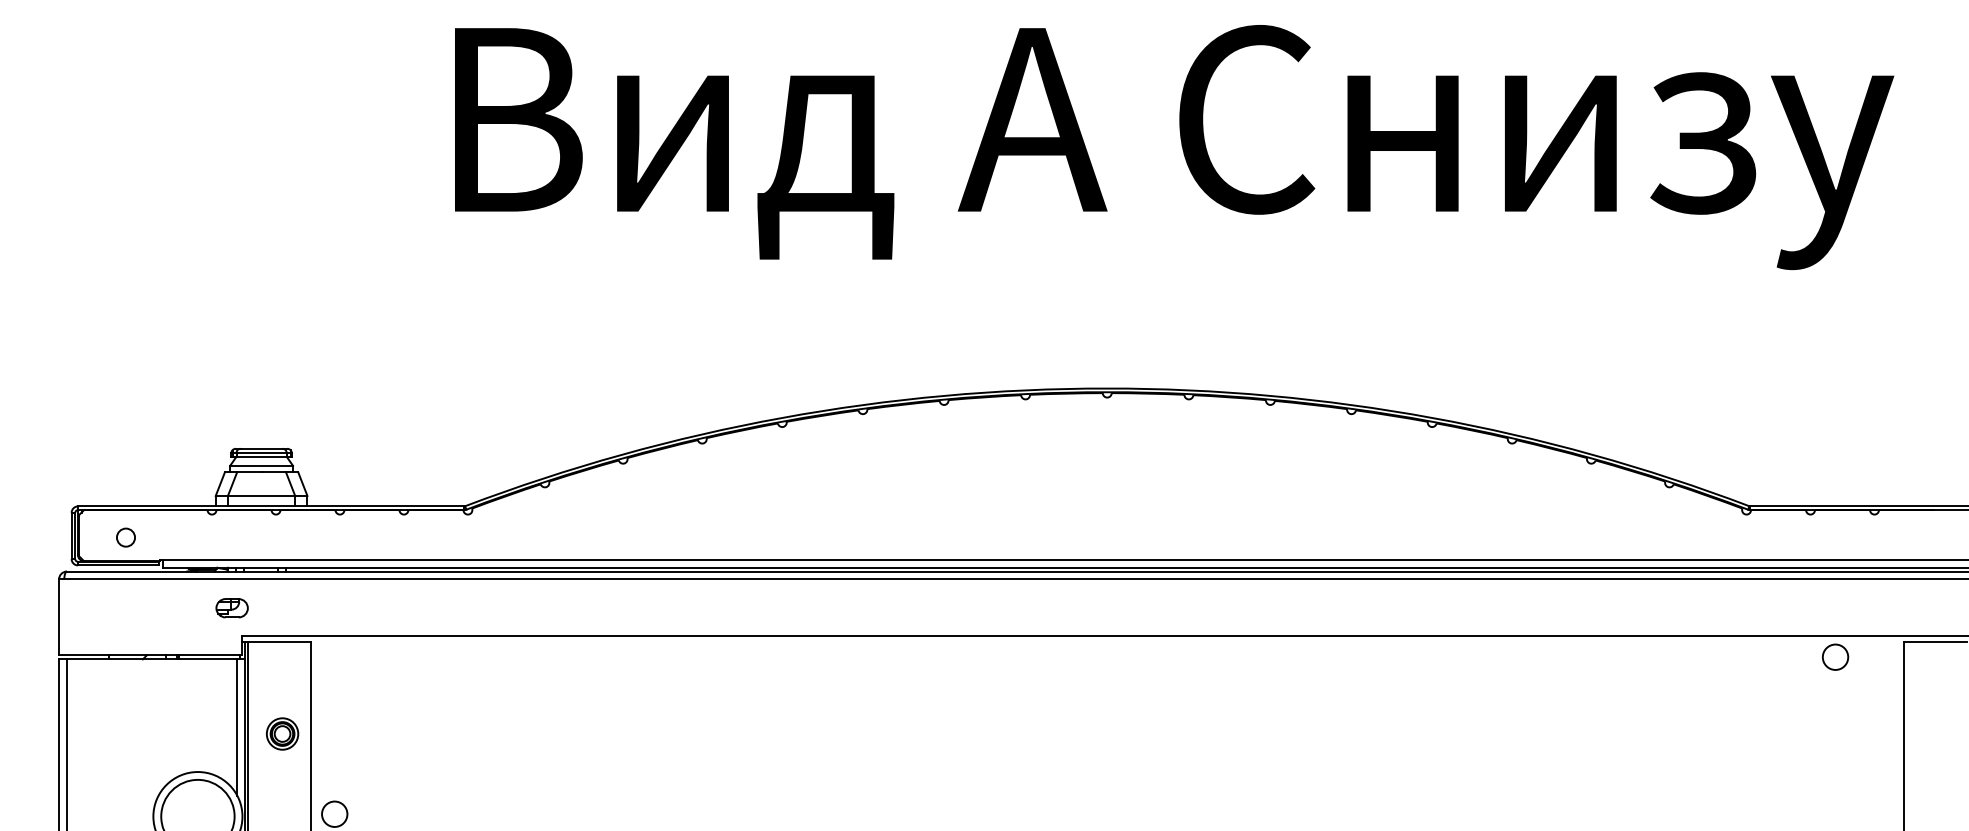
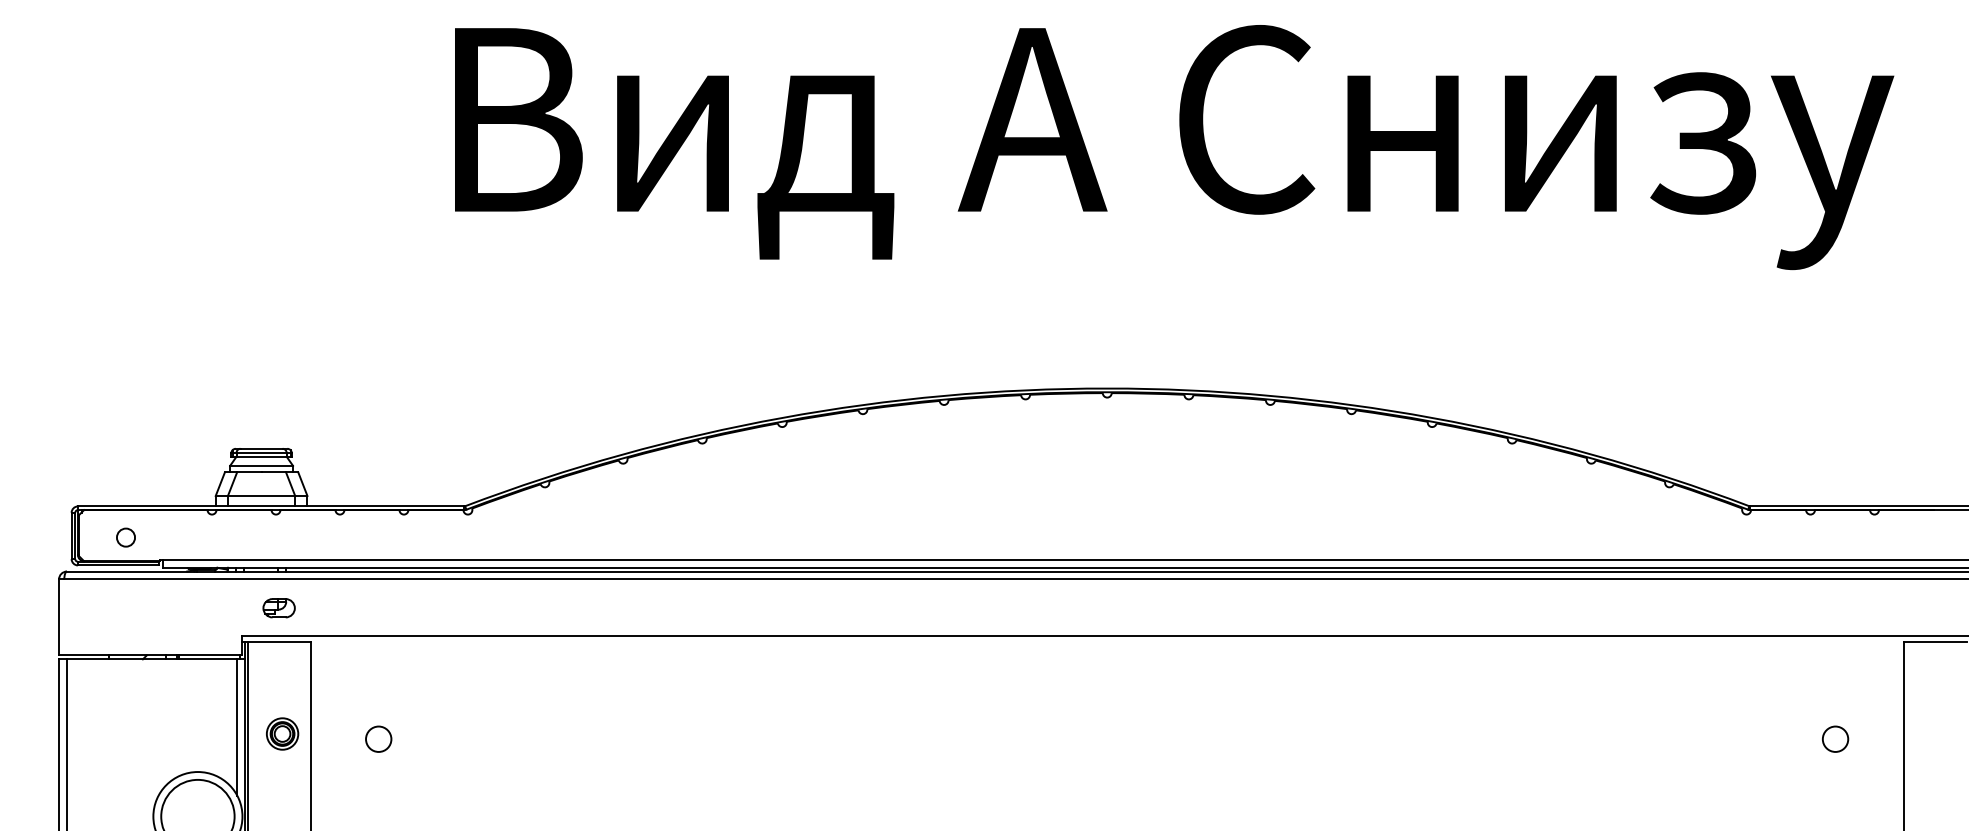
part at (231, 608) position: (231, 608) -> (278, 608)
circle at (1835, 656) position: (1835, 656) -> (1835, 738)
circle at (334, 813) position: (334, 813) -> (378, 738)
